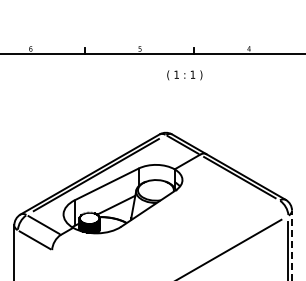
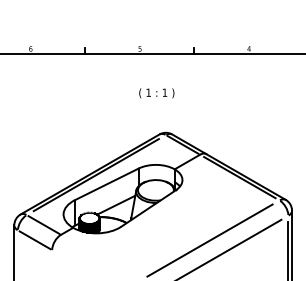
text at (184, 75) position: (184, 75) -> (156, 93)
line at (209, 240): none -> present
line at (292, 245): dashed -> solid
